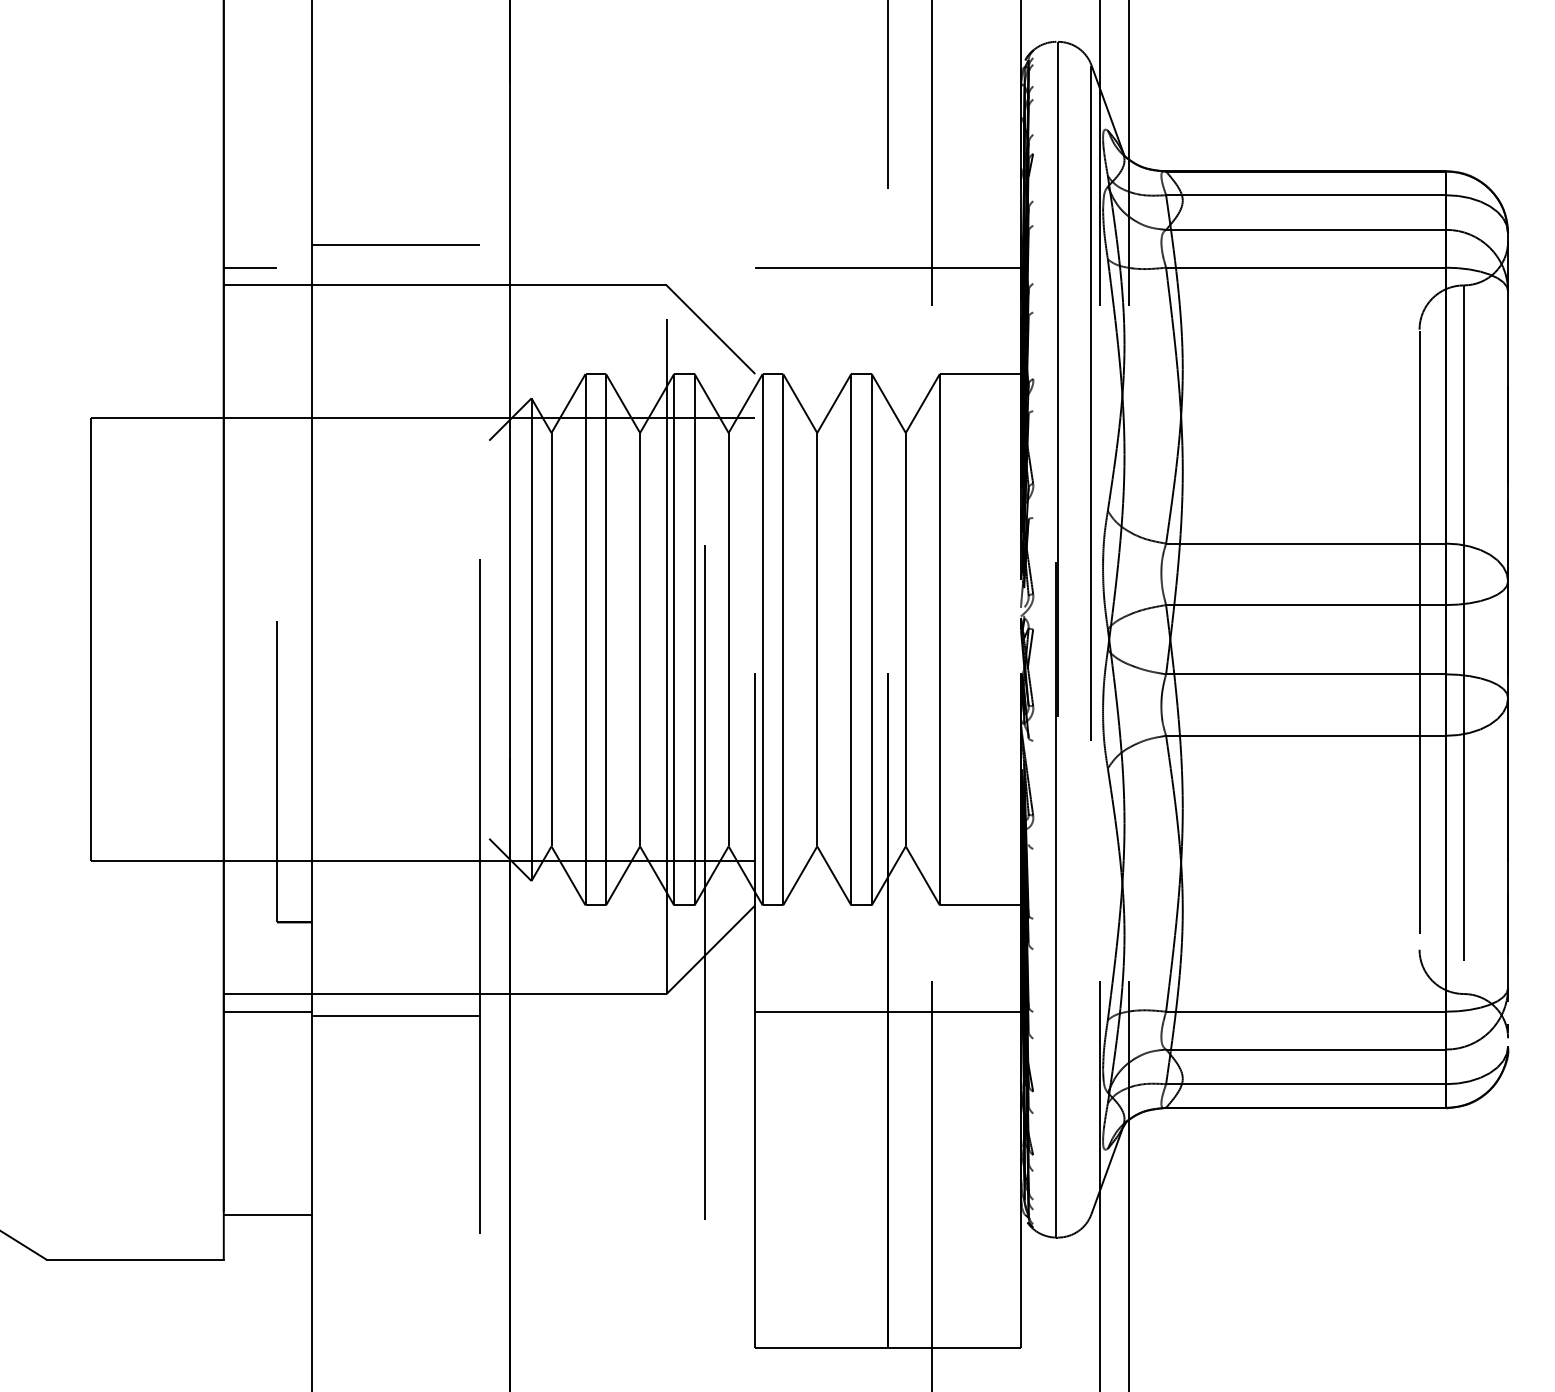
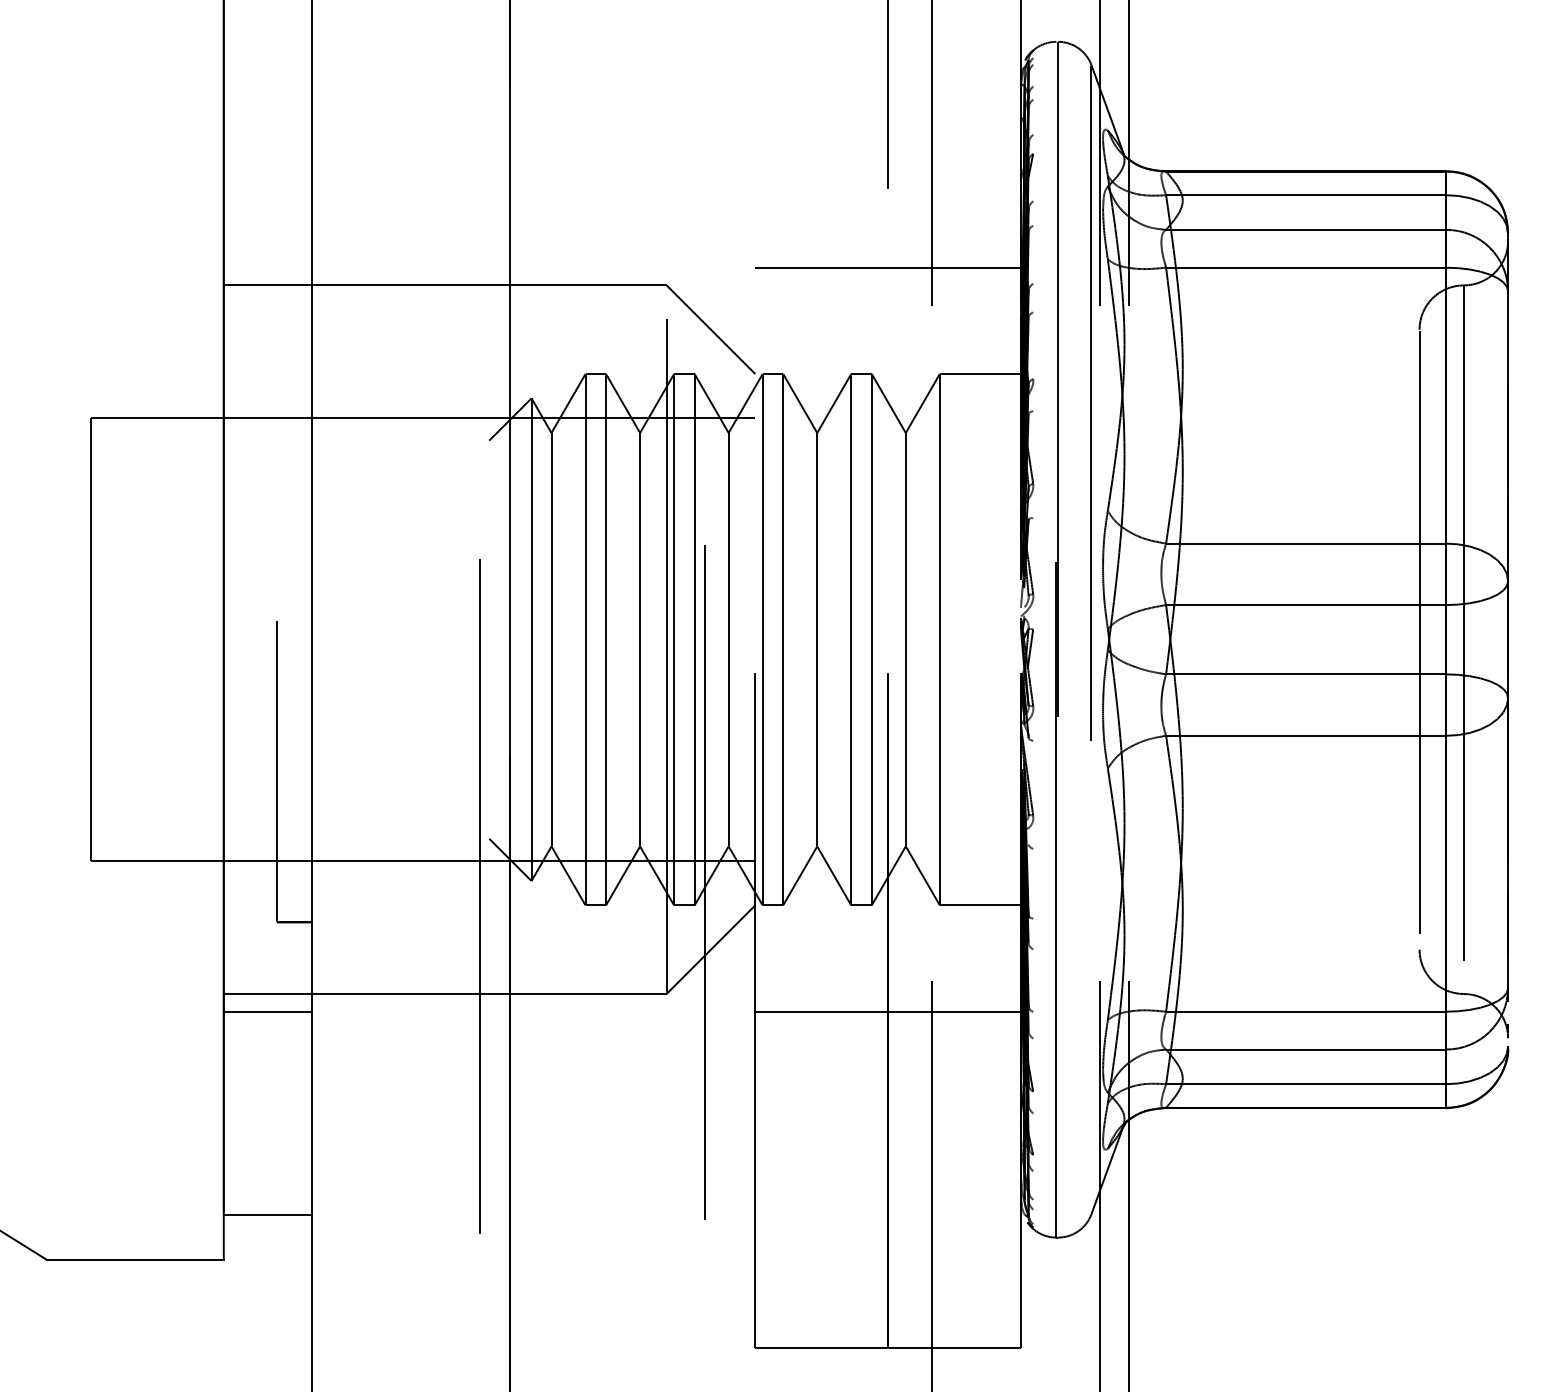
line at (396, 244): present -> none
line at (249, 267): present -> none
line at (396, 1016): present -> none
